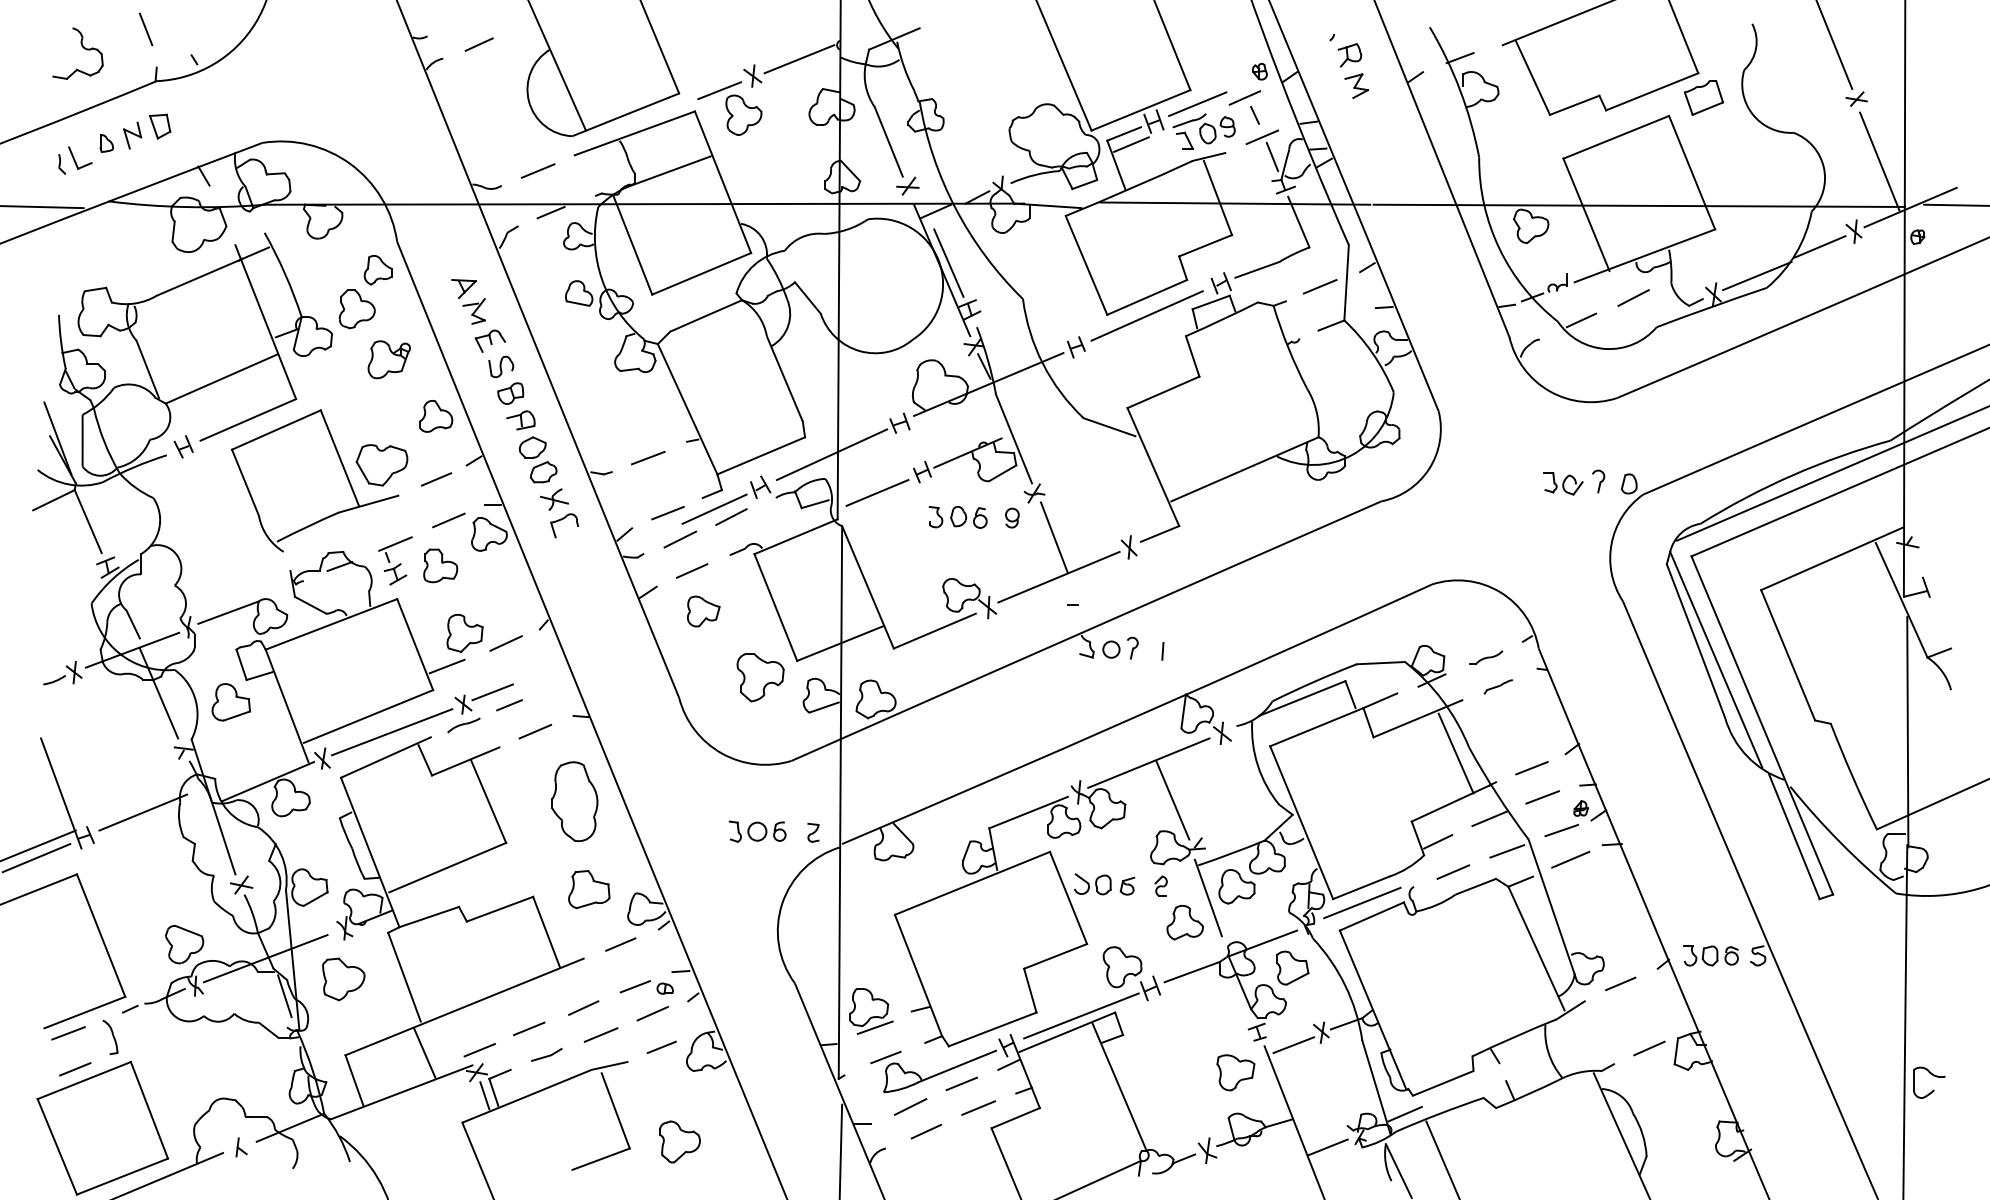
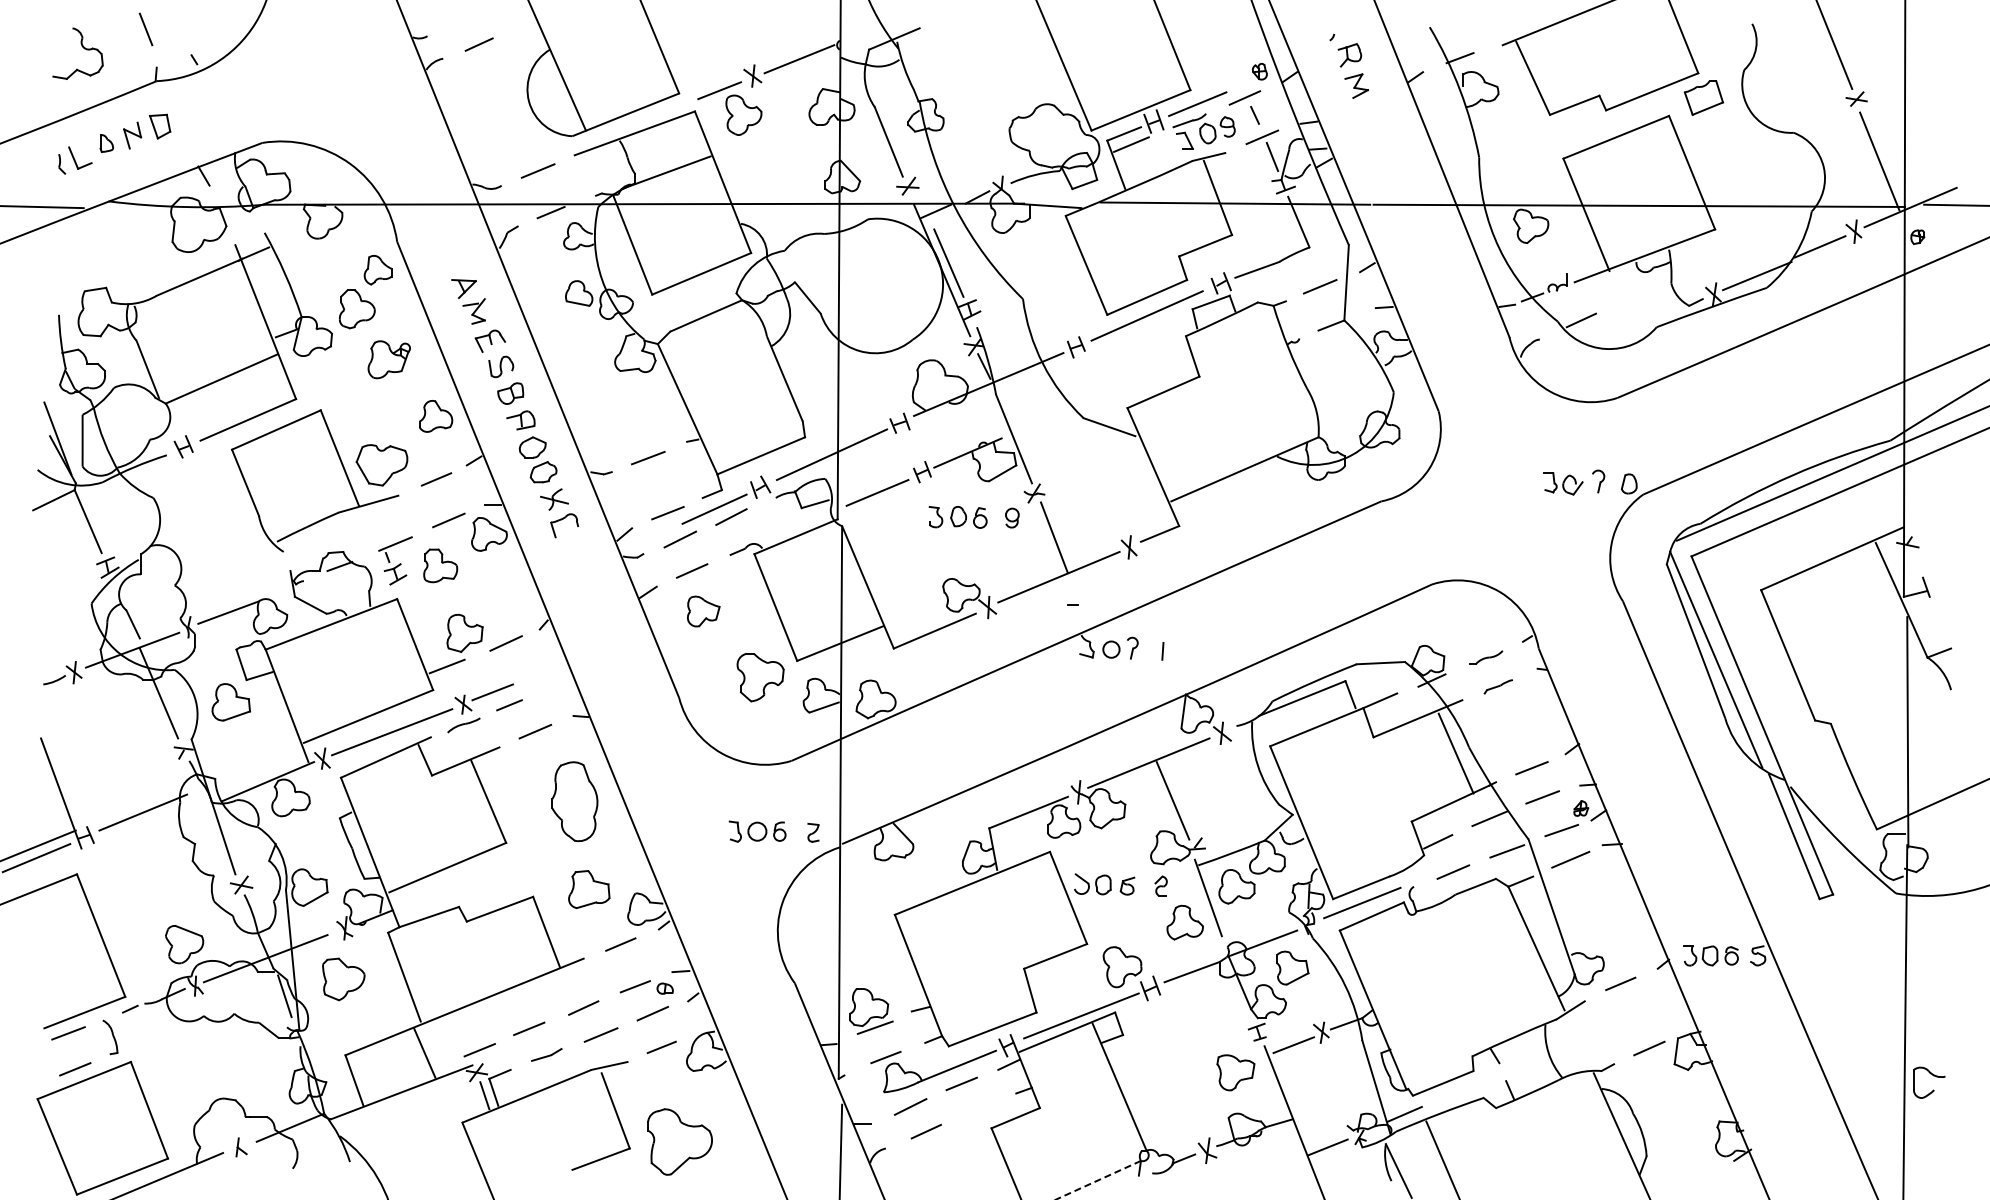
line at (1633, 297): present -> none
line at (978, 1107): present -> none
part at (679, 1141) size: 42x44 px -> 66x68 px
line at (1097, 1180): solid -> dashed
